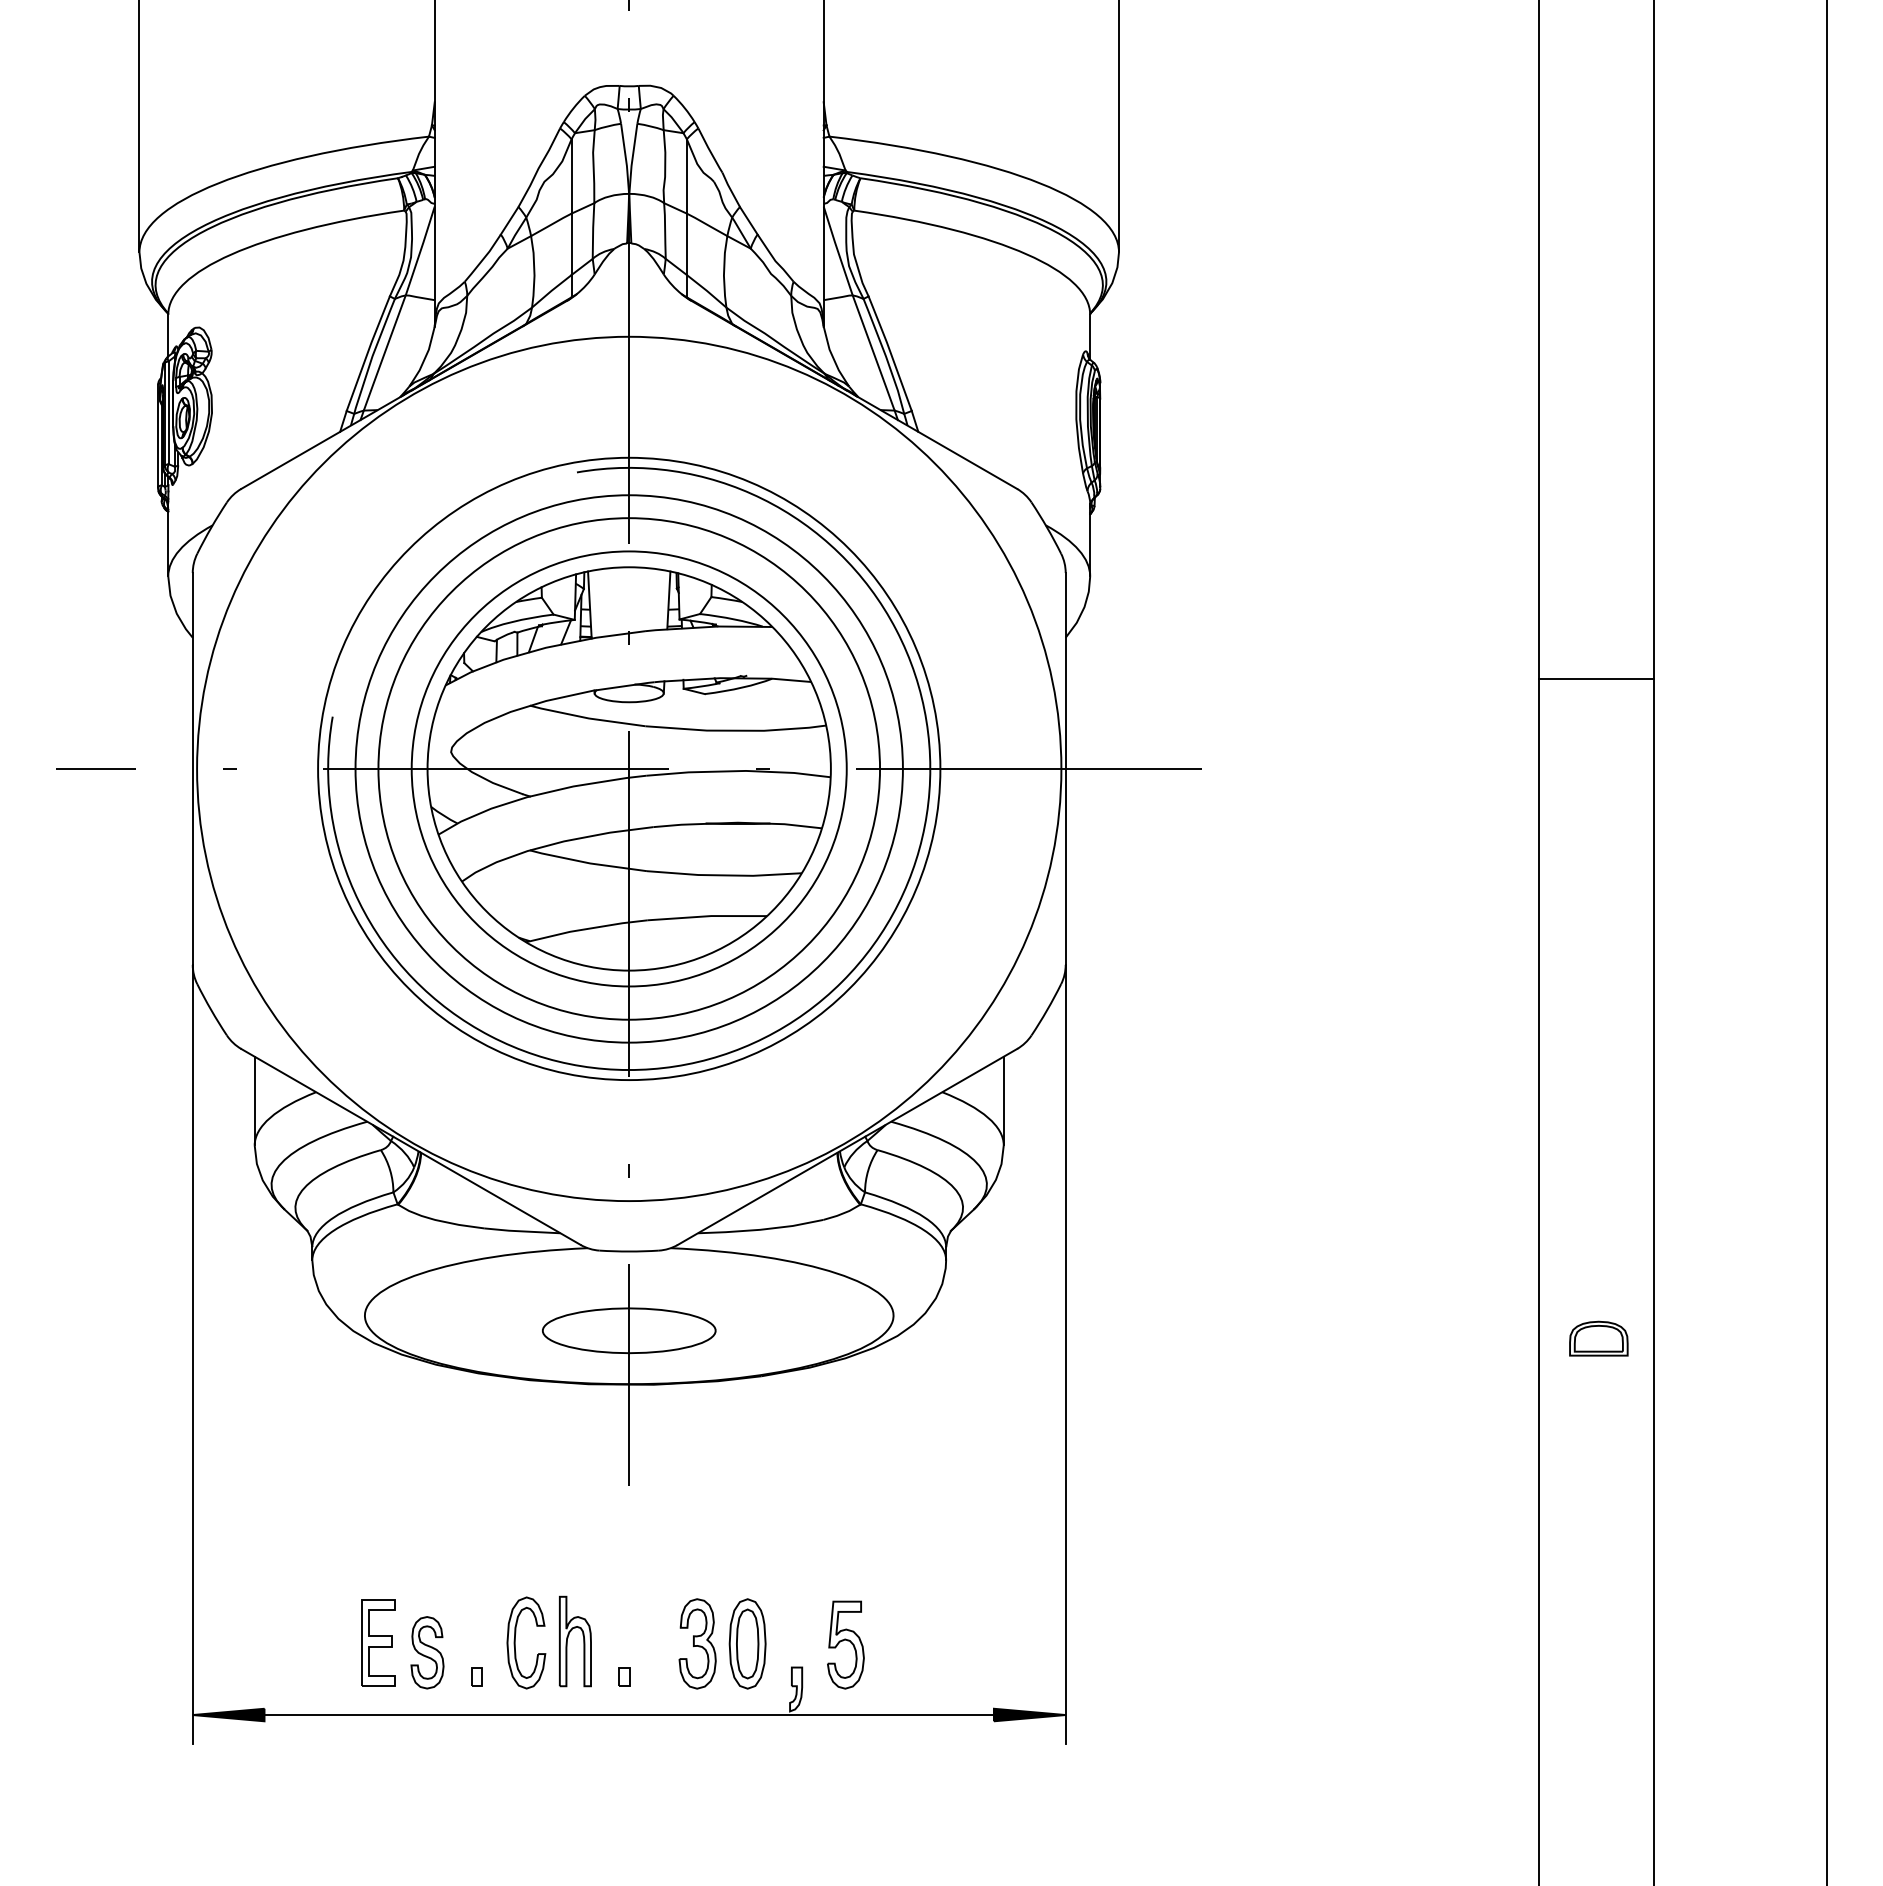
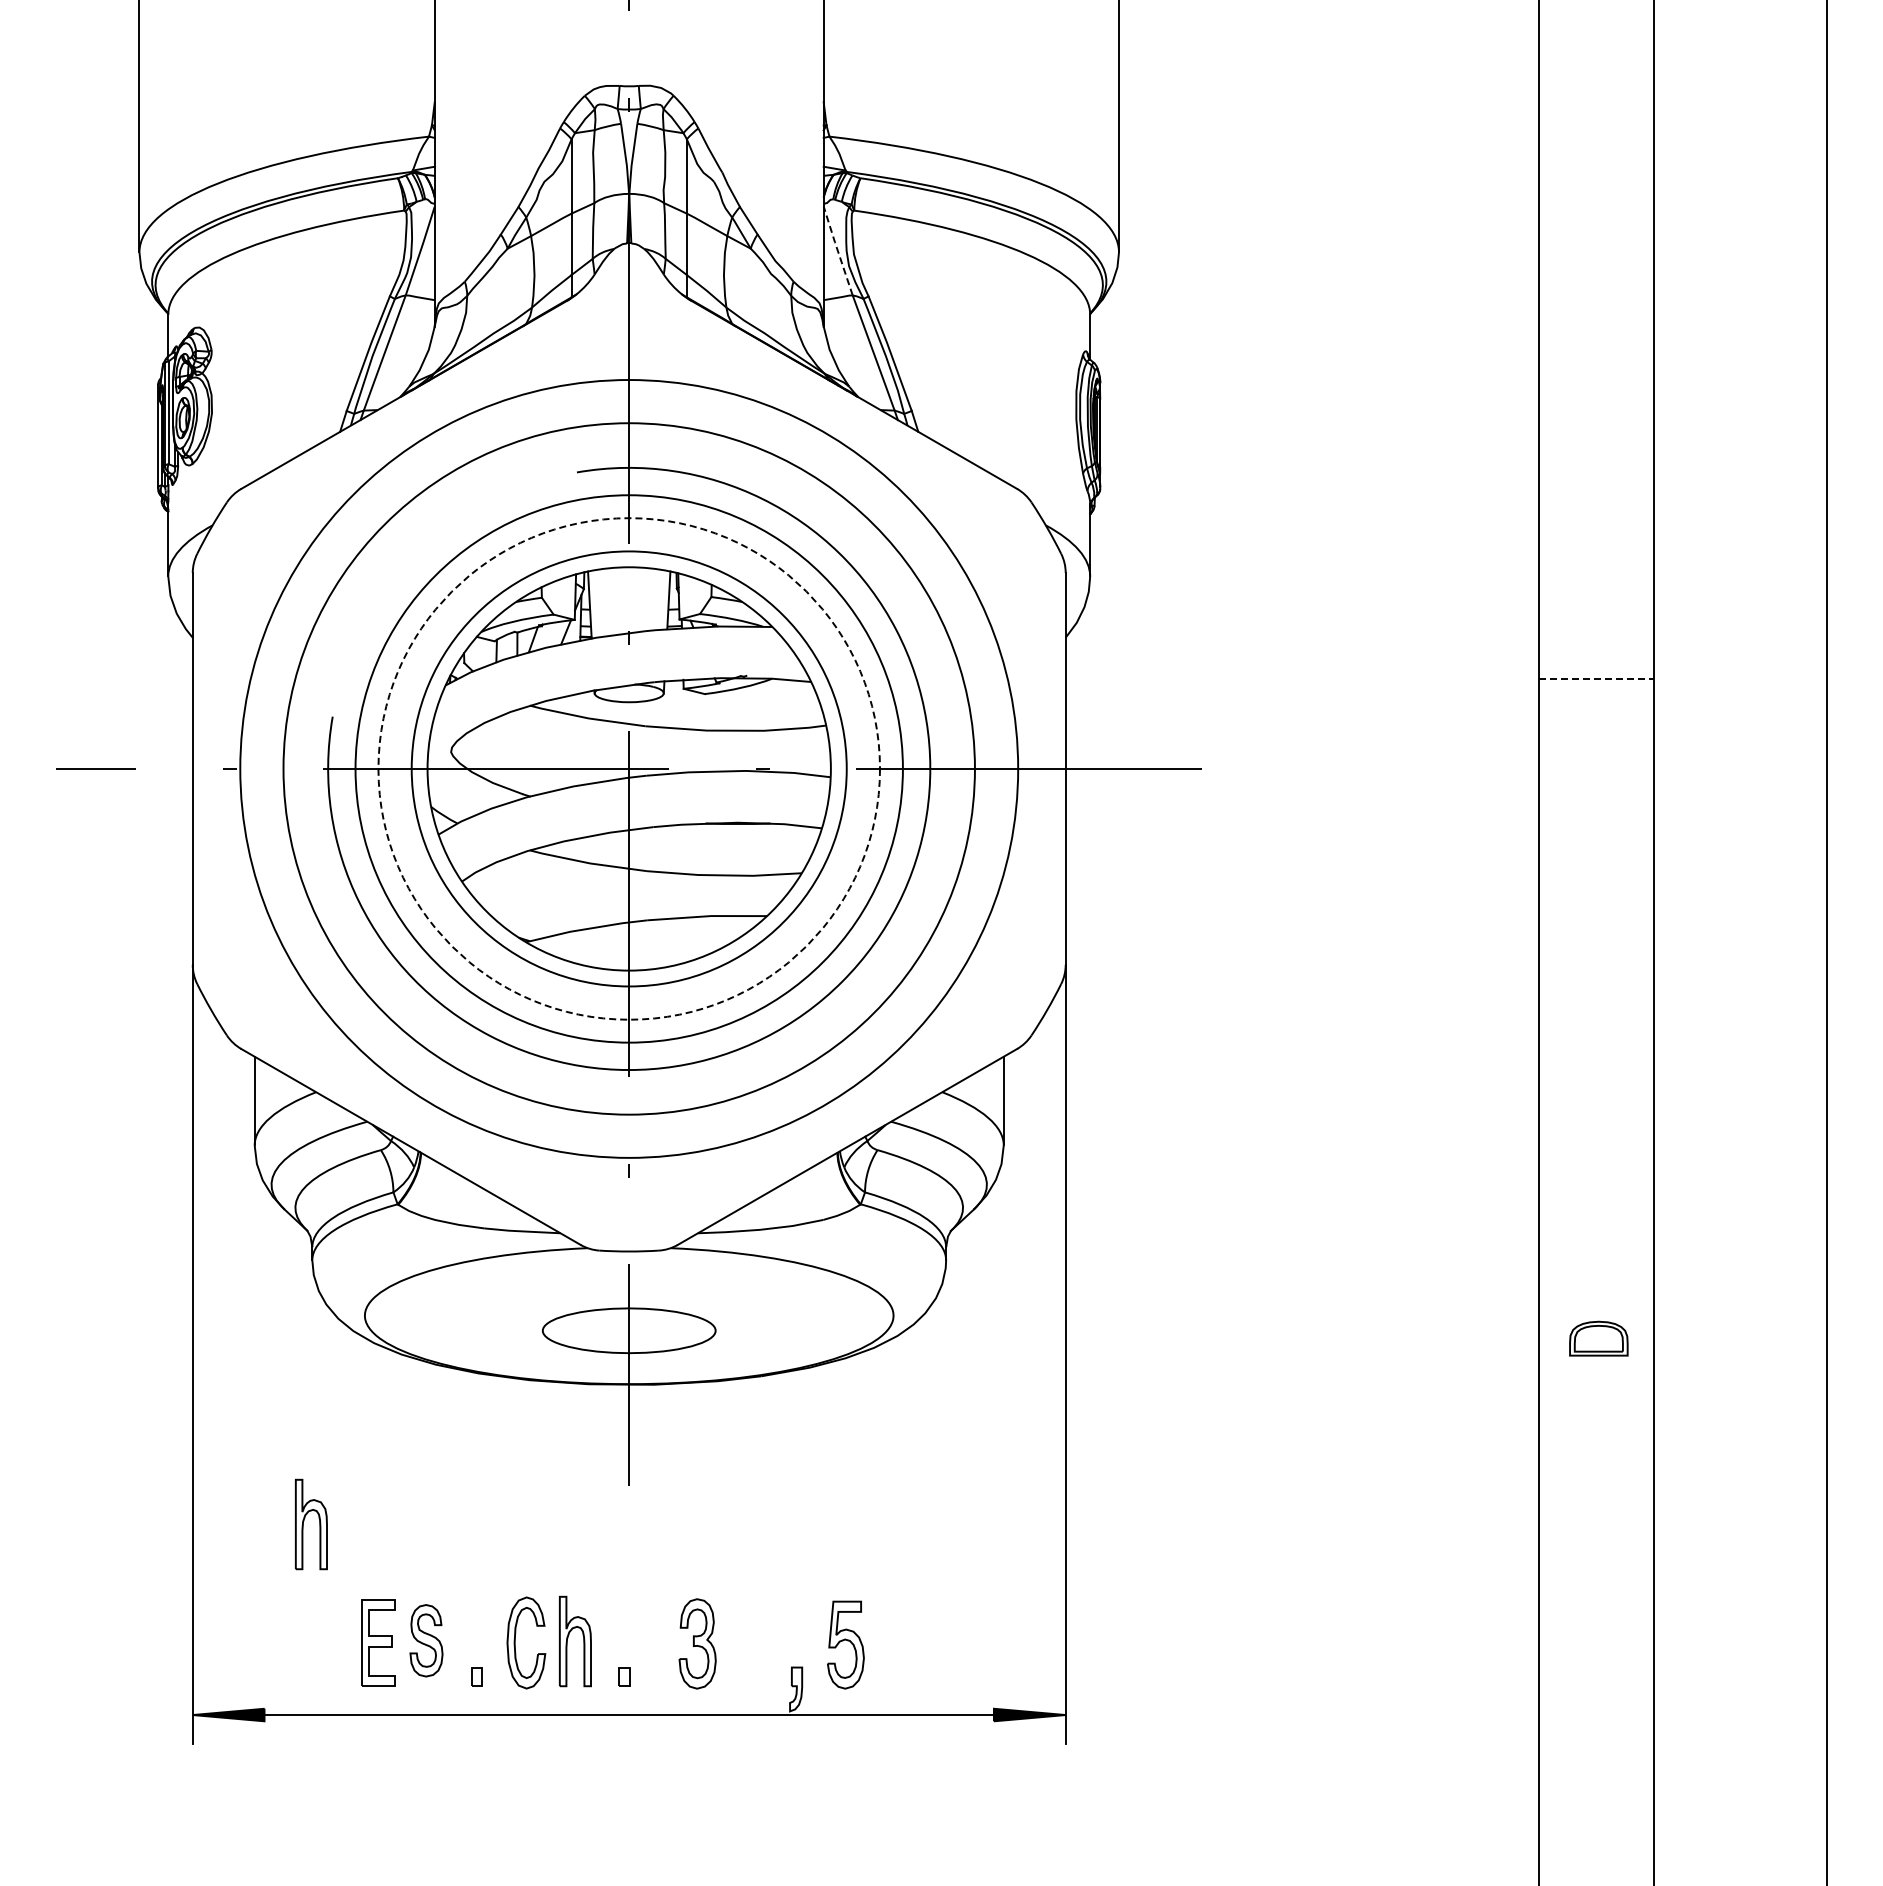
line at (837, 249): solid -> dashed
line at (1596, 679): solid -> dashed
circle at (629, 768) diameter: 622 px -> 778 px
circle at (629, 768) diameter: 864 px -> 691 px
circle at (629, 768): solid -> dashed
part at (304, 1521): none -> present
part at (747, 1643): present -> none
part at (427, 1652) position: (427, 1652) -> (426, 1640)
